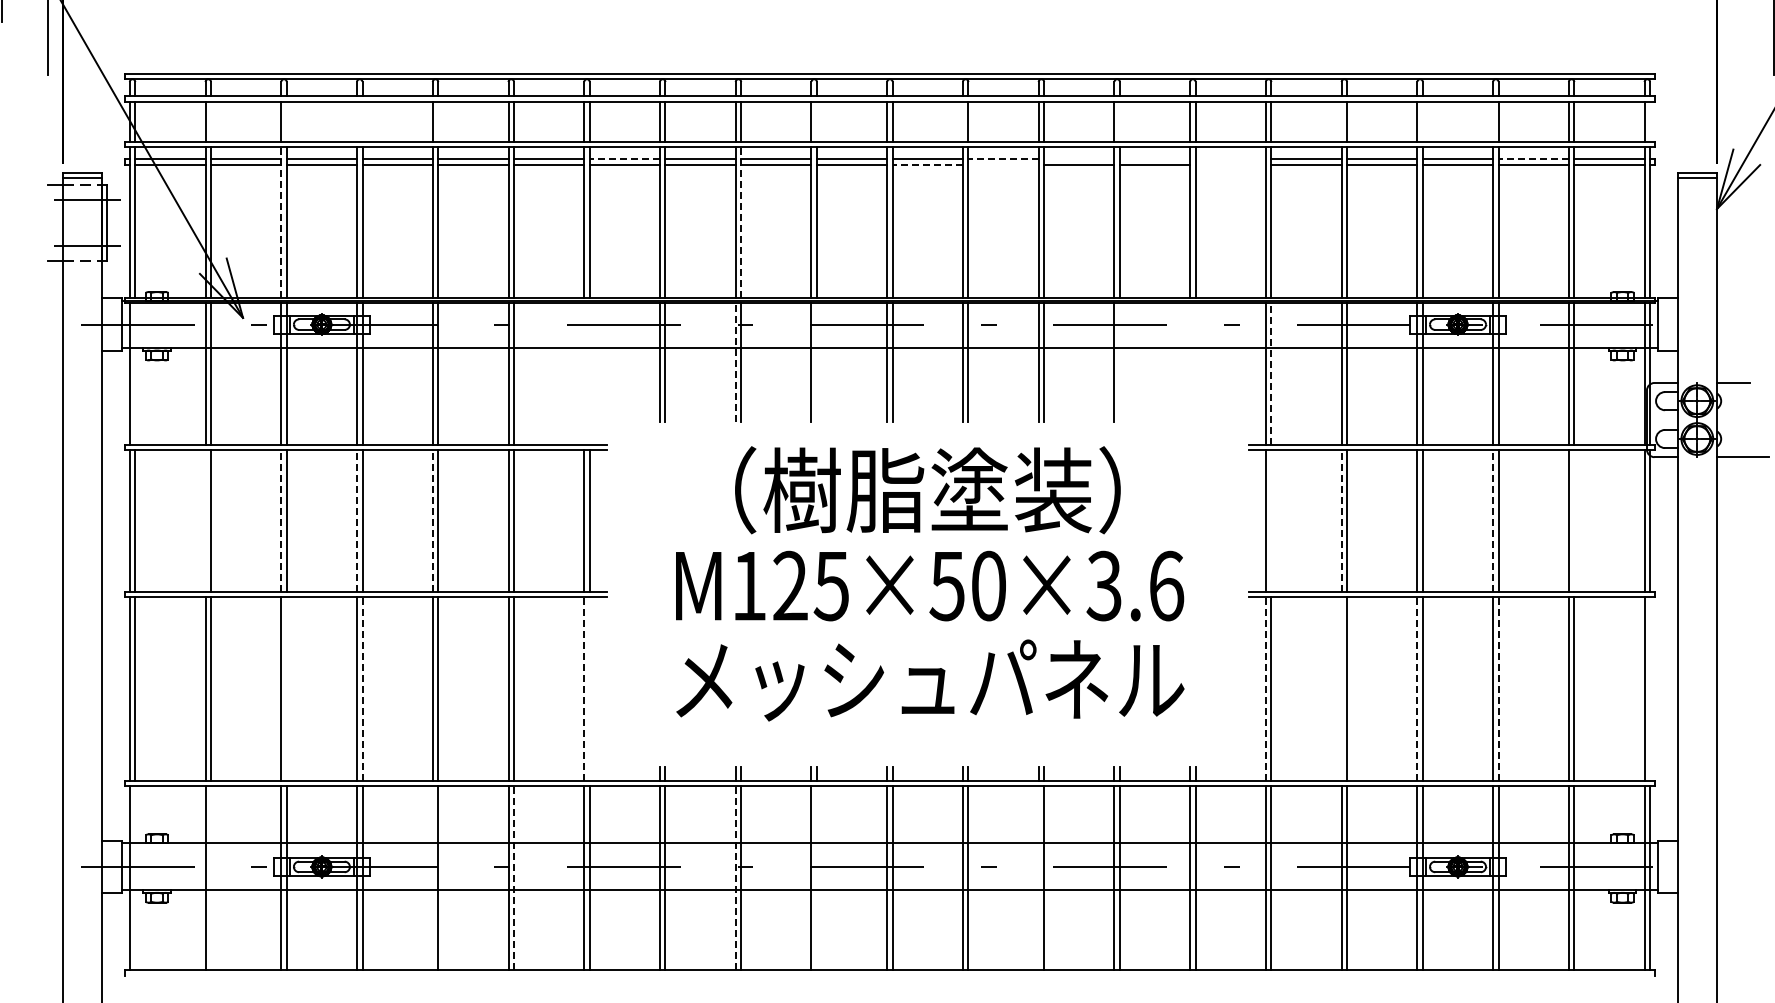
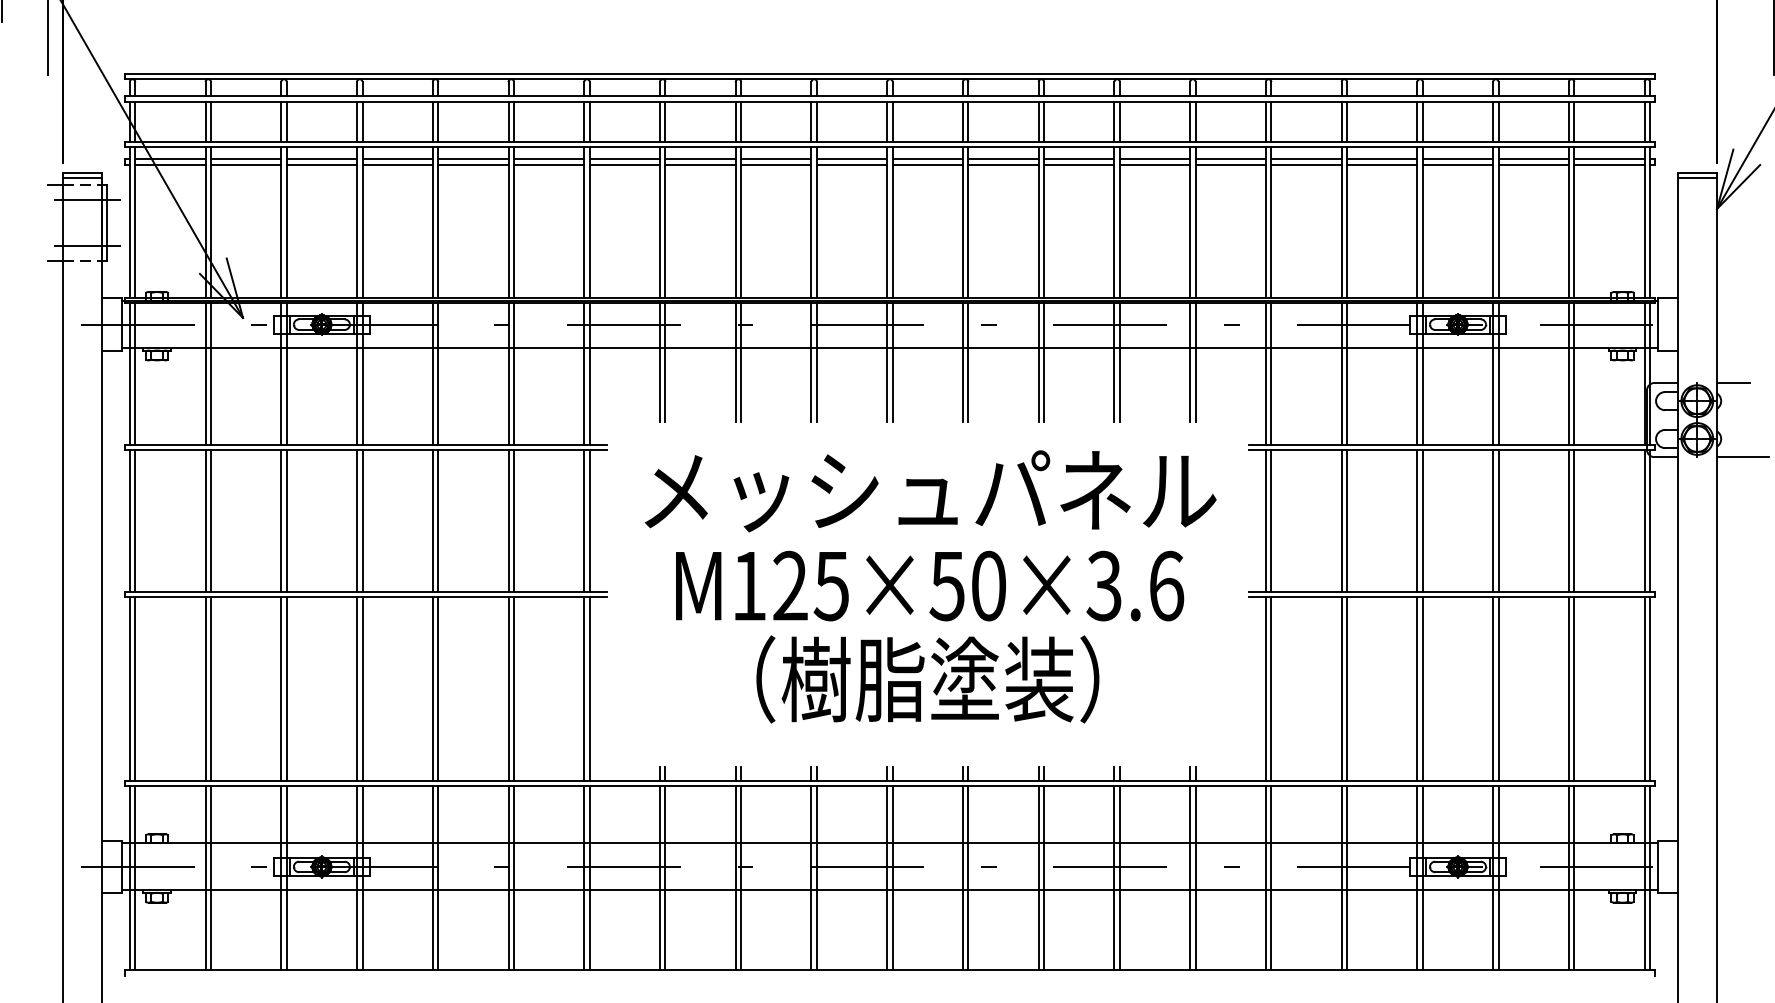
line at (211, 121): none -> present
line at (286, 121): none -> present
line at (357, 121): none -> present
line at (362, 121): none -> present
line at (438, 121): none -> present
line at (816, 121): none -> present
line at (962, 121): none -> present
line at (1119, 121): none -> present
line at (1341, 121): none -> present
line at (1422, 121): none -> present
line at (1493, 121): none -> present
line at (1650, 121): none -> present
line at (624, 159): dashed -> solid
line at (1003, 159): dashed -> solid
line at (1079, 159): none -> present
line at (1154, 159): none -> present
line at (1230, 159): none -> present
line at (1533, 159): dashed -> solid
line at (927, 164): dashed -> solid
line at (1003, 164): none -> present
line at (1230, 164): none -> present
line at (281, 221): dashed -> solid
line at (741, 221): dashed -> solid
line at (735, 362): dashed -> solid
line at (816, 362): none -> present
line at (1119, 362): none -> present
line at (1190, 362): none -> present
line at (1195, 362): none -> present
line at (135, 373): none -> present
line at (584, 373): none -> present
line at (589, 373): none -> present
line at (1271, 373): dashed -> solid
text at (930, 490): （樹脂塗装） -> メッシュパネル
line at (205, 520): none -> present
line at (281, 520): dashed -> solid
line at (357, 520): dashed -> solid
line at (432, 520): dashed -> solid
line at (1271, 520): none -> present
line at (1341, 520): dashed -> solid
line at (1493, 520): dashed -> solid
line at (1574, 520): none -> present
text at (930, 679): メッシュパネル -> （樹脂塗装）
line at (286, 688): none -> present
line at (362, 688): dashed -> solid
line at (584, 688): dashed -> solid
line at (589, 688): none -> present
line at (1265, 688): dashed -> solid
line at (1341, 688): none -> present
line at (1417, 688): dashed -> solid
line at (1498, 688): dashed -> solid
line at (1650, 688): none -> present
line at (135, 878): none -> present
line at (211, 878): none -> present
line at (432, 878): none -> present
line at (513, 878): dashed -> solid
line at (735, 878): dashed -> solid
line at (816, 878): none -> present
line at (1038, 878): none -> present
